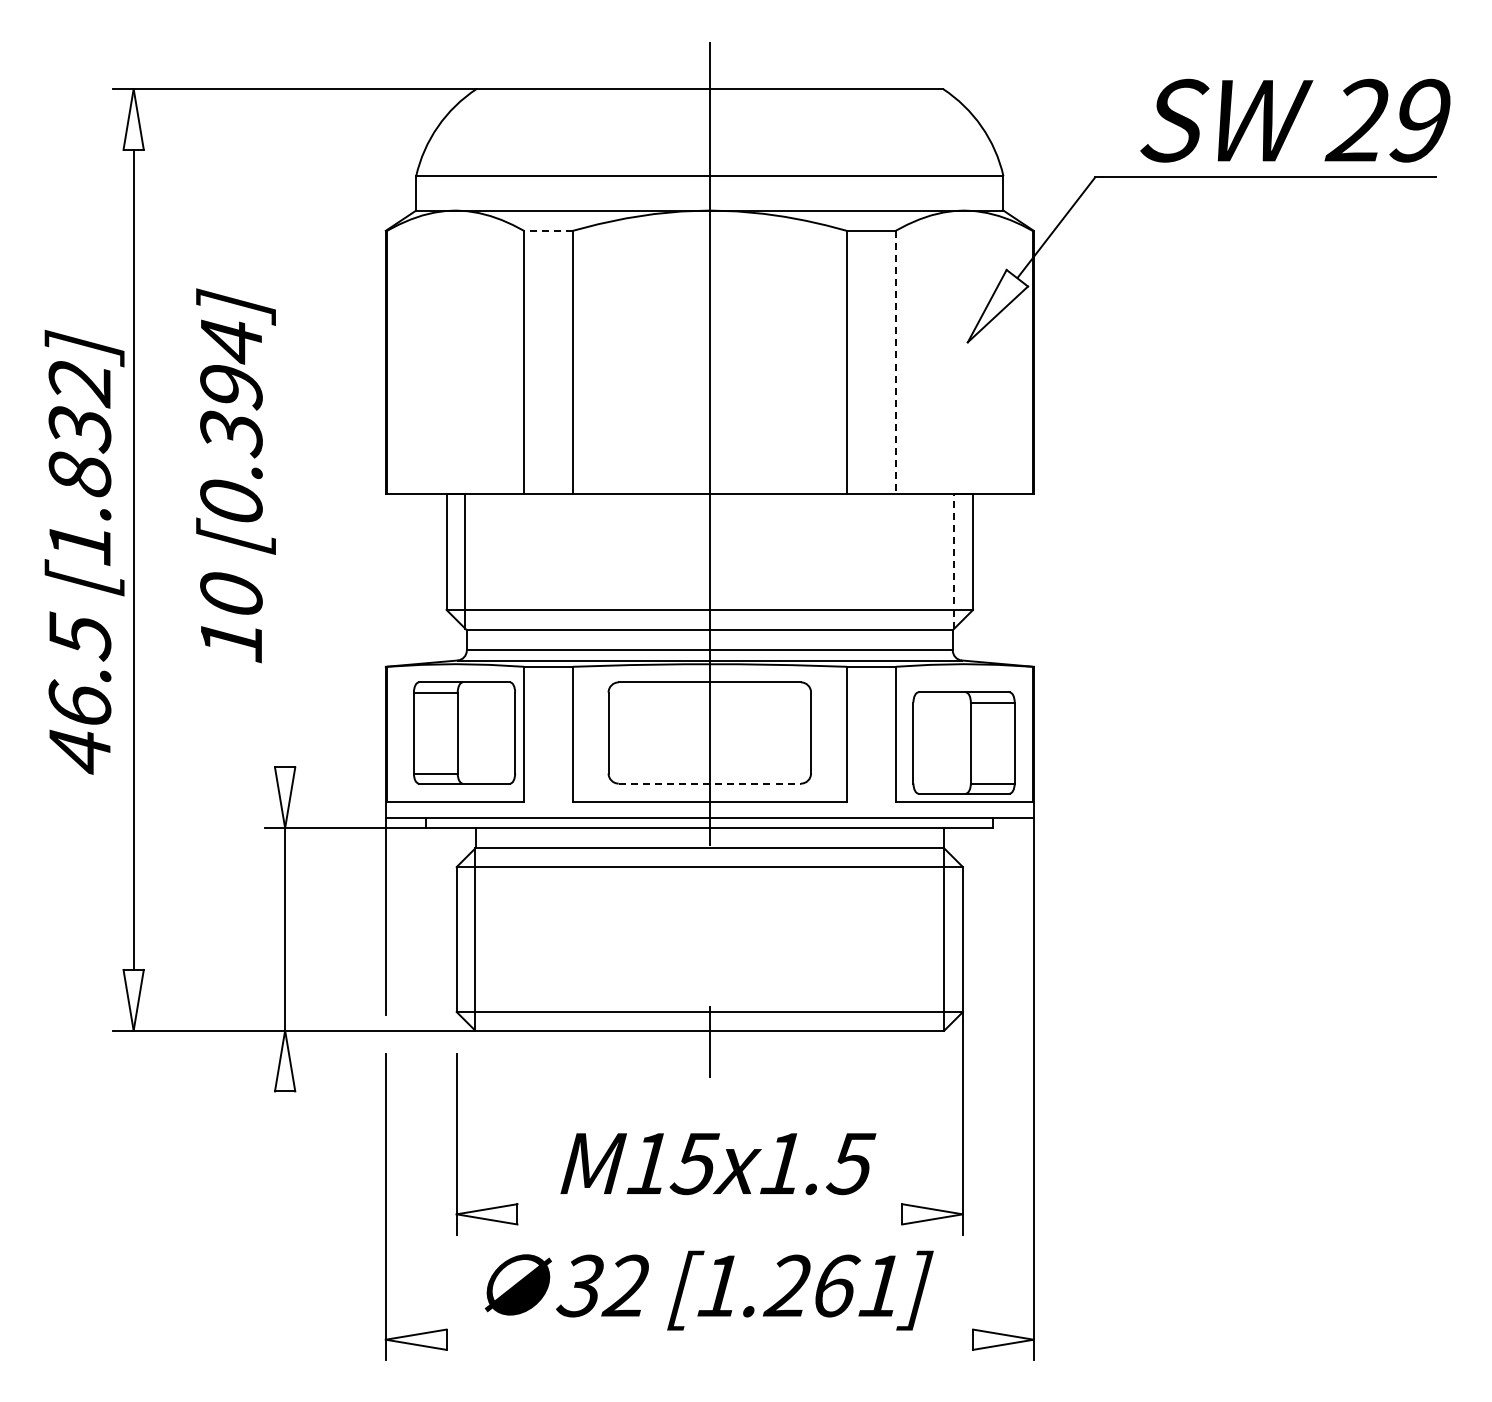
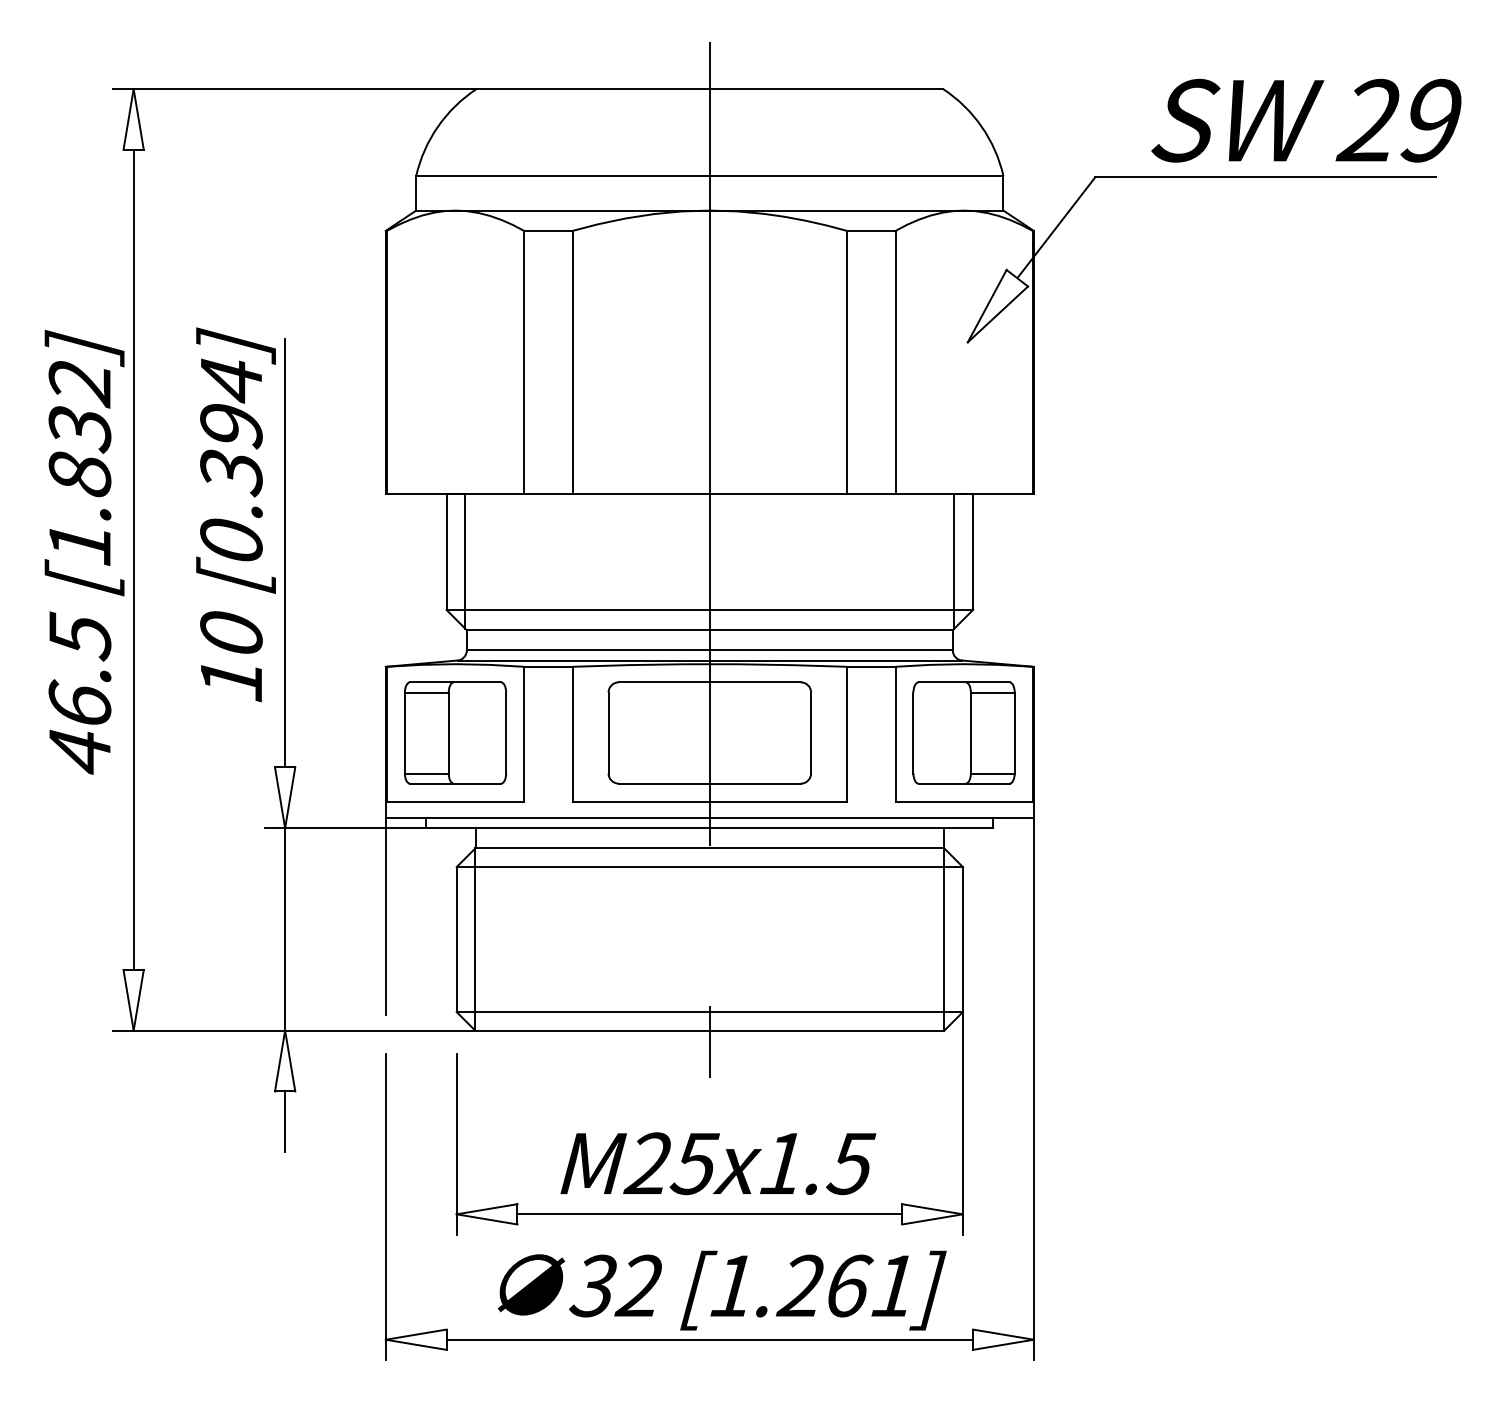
text at (1295, 120) position: (1295, 120) -> (1306, 120)
line at (547, 230): dashed -> solid
line at (895, 362): dashed -> solid
text at (235, 475) position: (235, 475) -> (235, 514)
line at (285, 553): none -> present
line at (954, 560): dashed -> solid
part at (464, 732) position: (464, 732) -> (455, 732)
part at (963, 742) position: (963, 742) -> (963, 732)
line at (710, 783): dashed -> solid
line at (285, 1121): none -> present
text at (646, 1162): M15x1.5 -> M25x1.5
line at (709, 1214): none -> present
text at (708, 1290) position: (708, 1290) -> (721, 1290)
line at (709, 1339): none -> present
